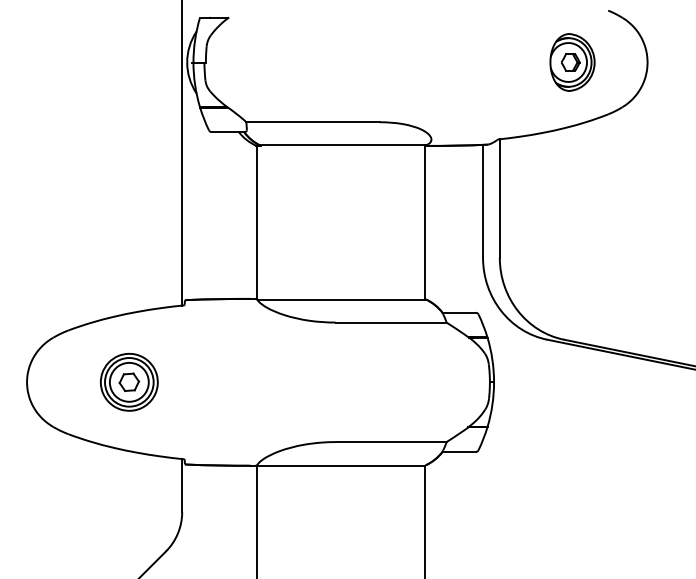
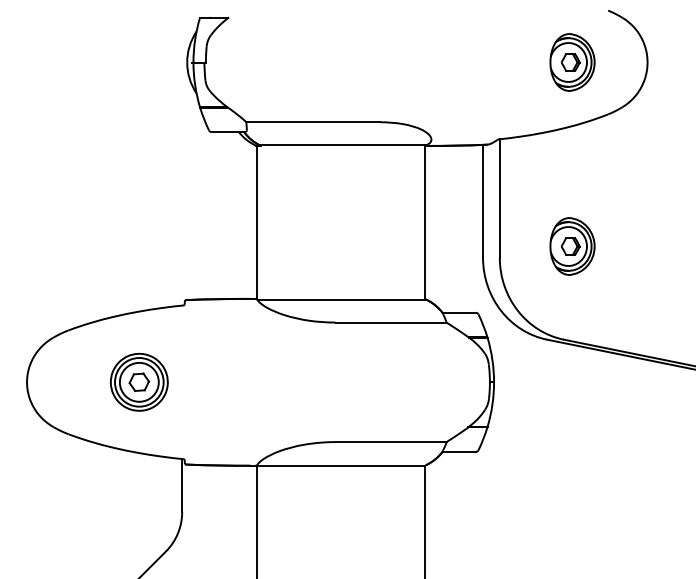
line at (182, 153): present -> none
part at (572, 246): none -> present
part at (129, 381) position: (129, 381) -> (139, 381)
